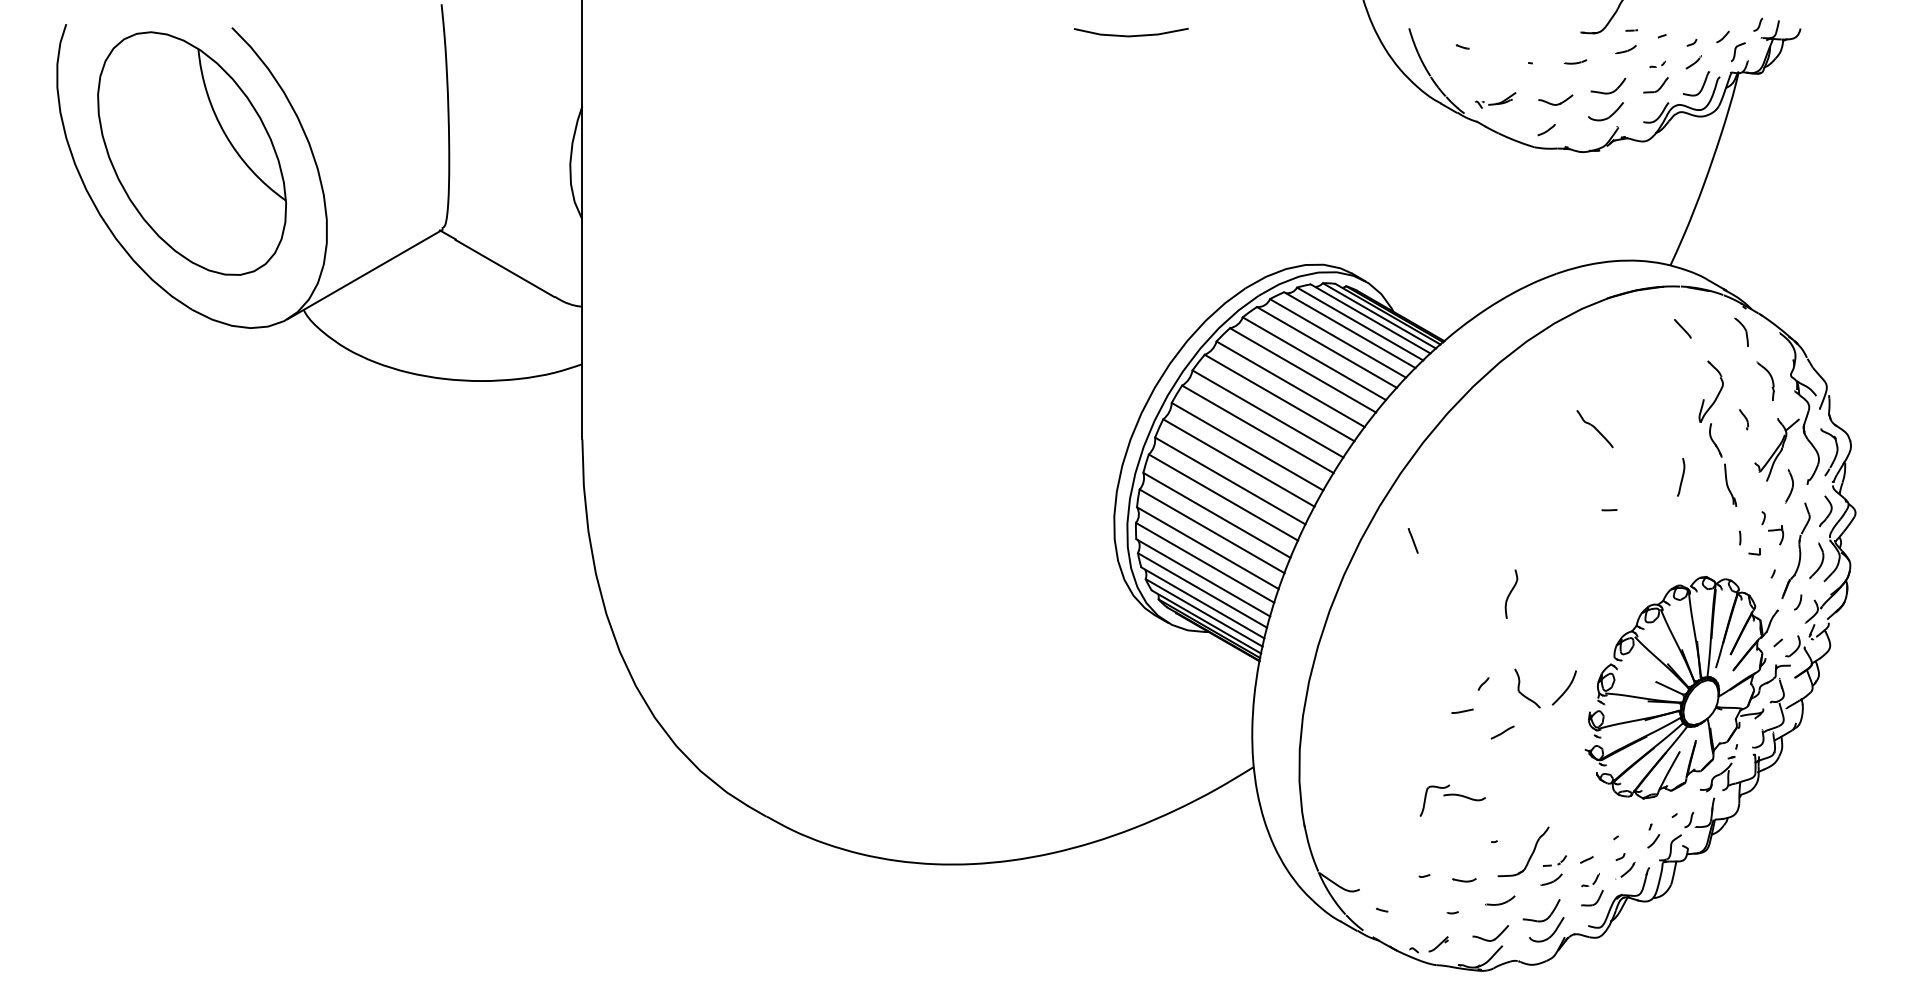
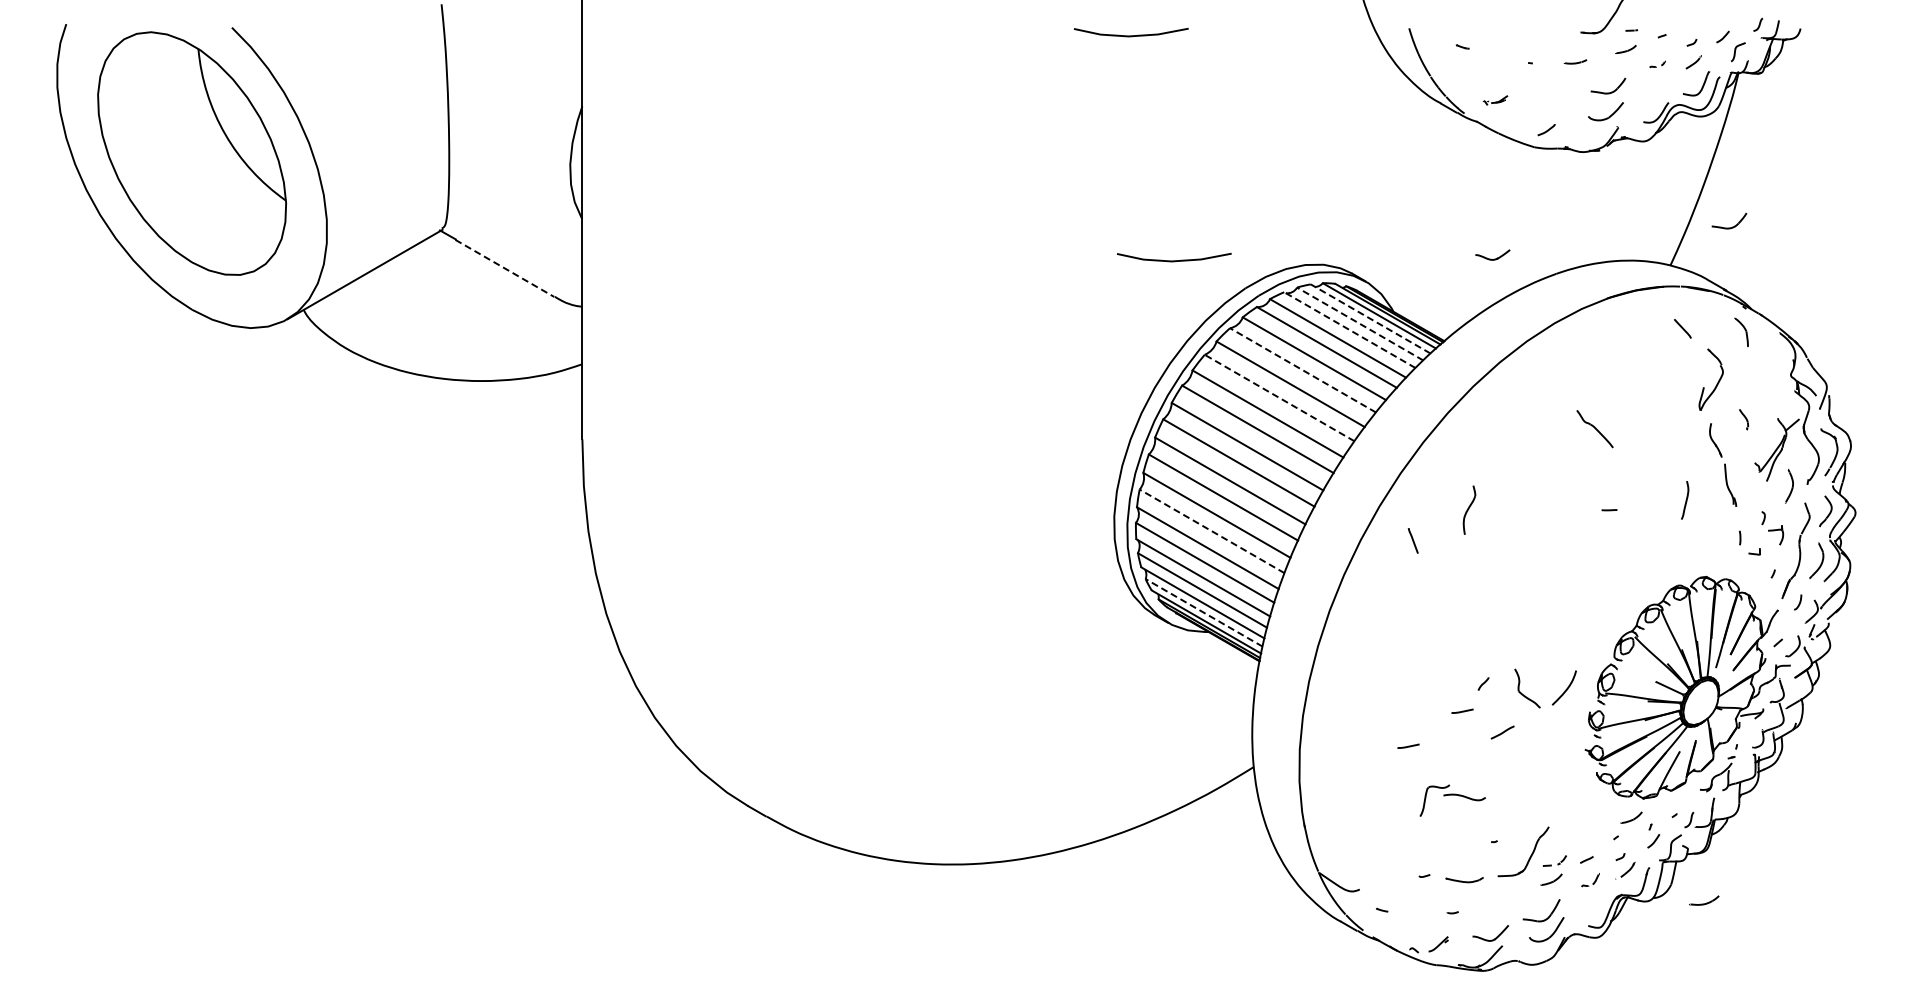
part at (1655, 85): present -> none
part at (1555, 99) position: (1555, 99) -> (1492, 254)
part at (1495, 100) size: 43x17 px -> 27x11 px
part at (1732, 226): none -> present
line at (1173, 260): none -> present
line at (505, 268): solid -> dashed
line at (1370, 318): solid -> dashed
line at (1360, 324): solid -> dashed
line at (1349, 330): solid -> dashed
line at (1302, 370): solid -> dashed
part at (1765, 380): present -> none
part at (1717, 394) position: (1717, 394) -> (1717, 382)
line at (1279, 398): solid -> dashed
curve at (1681, 477) position: (1681, 477) -> (1685, 500)
line at (1212, 531): solid -> dashed
part at (1511, 593) position: (1511, 593) -> (1469, 509)
line at (1204, 612): solid -> dashed
line at (1408, 745): none -> present
part at (1631, 817): none -> present
part at (1464, 880) size: 25x5 px -> 39x7 px
part at (1592, 898): present -> none
part at (1500, 900) position: (1500, 900) -> (1704, 900)
